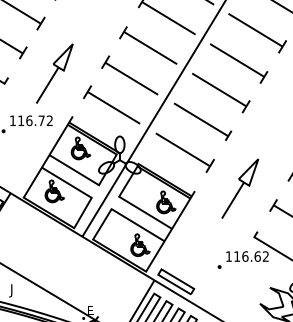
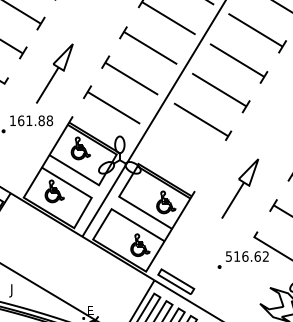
text at (35, 120): 116.72 -> 161.88
part at (184, 152): present -> none
text at (228, 256): 116.62 -> 516.62
